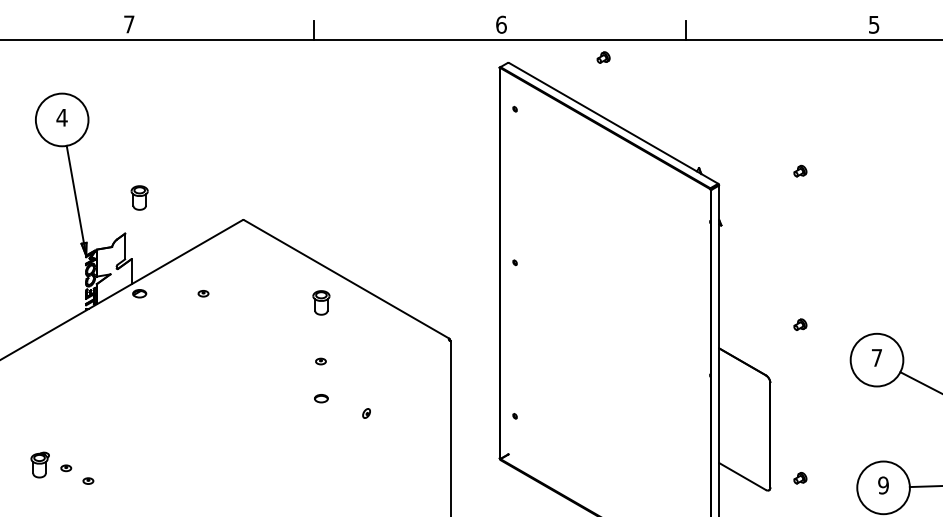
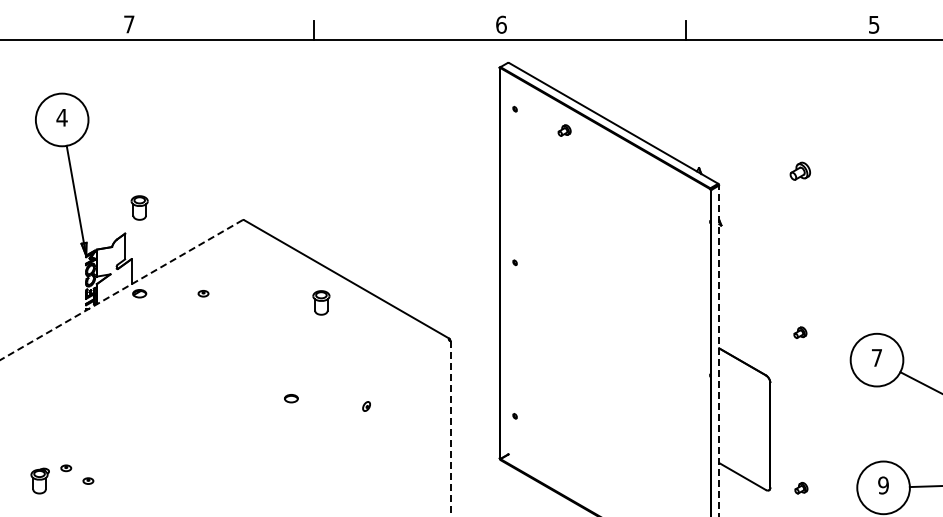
part at (603, 57) position: (603, 57) -> (564, 130)
part at (800, 170) size: 15x14 px -> 22x20 px
part at (139, 197) position: (139, 197) -> (139, 207)
line at (121, 290): solid -> dashed
part at (800, 324) position: (800, 324) -> (800, 332)
line at (719, 350): solid -> dashed
part at (320, 361): present -> none
part at (321, 398) position: (321, 398) -> (291, 398)
part at (366, 413) position: (366, 413) -> (366, 406)
line at (450, 428): solid -> dashed
part at (39, 464) position: (39, 464) -> (39, 480)
part at (800, 478) position: (800, 478) -> (801, 488)
